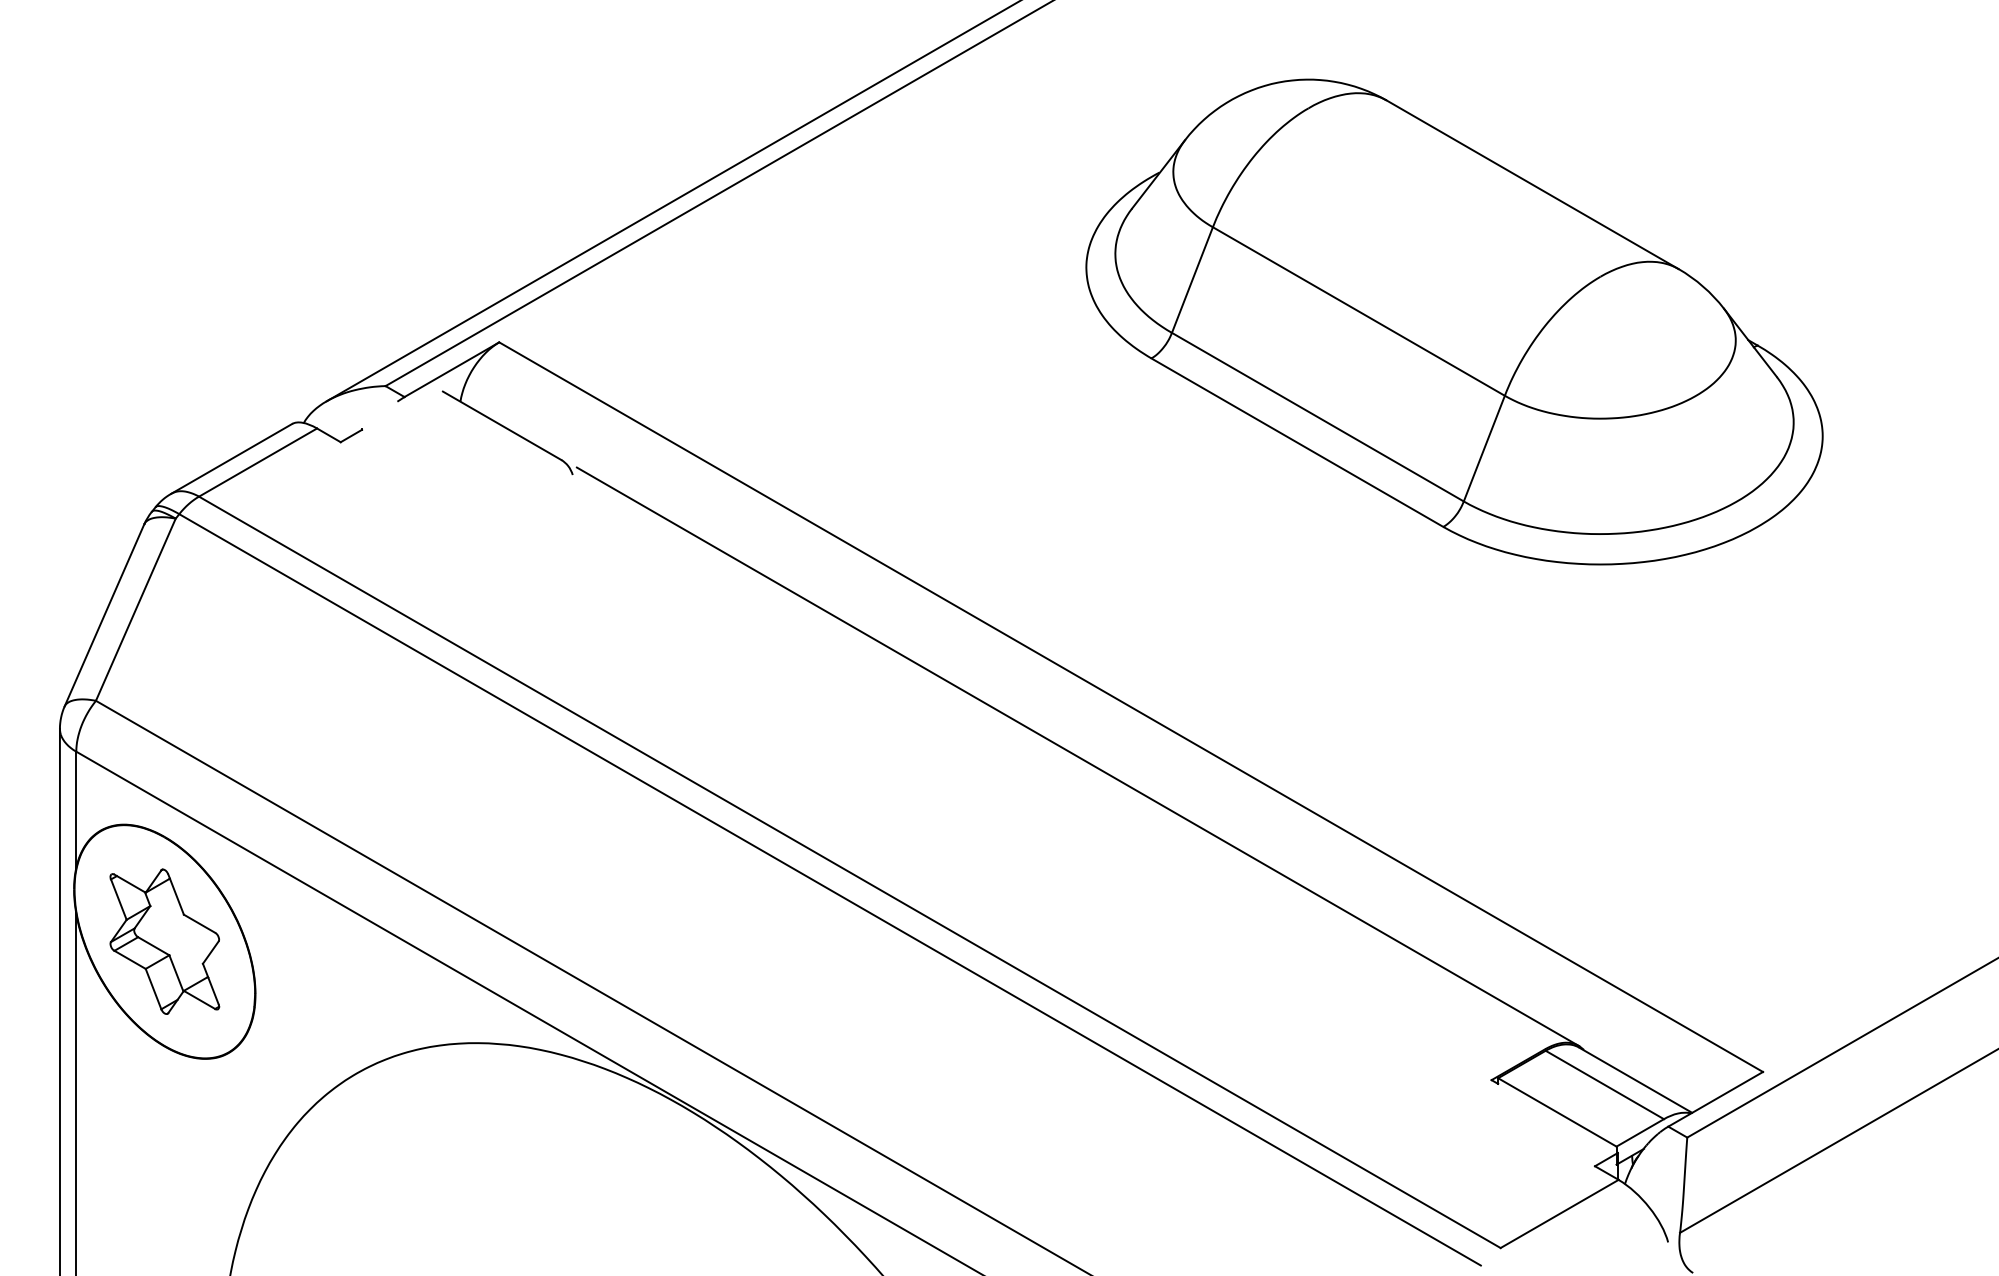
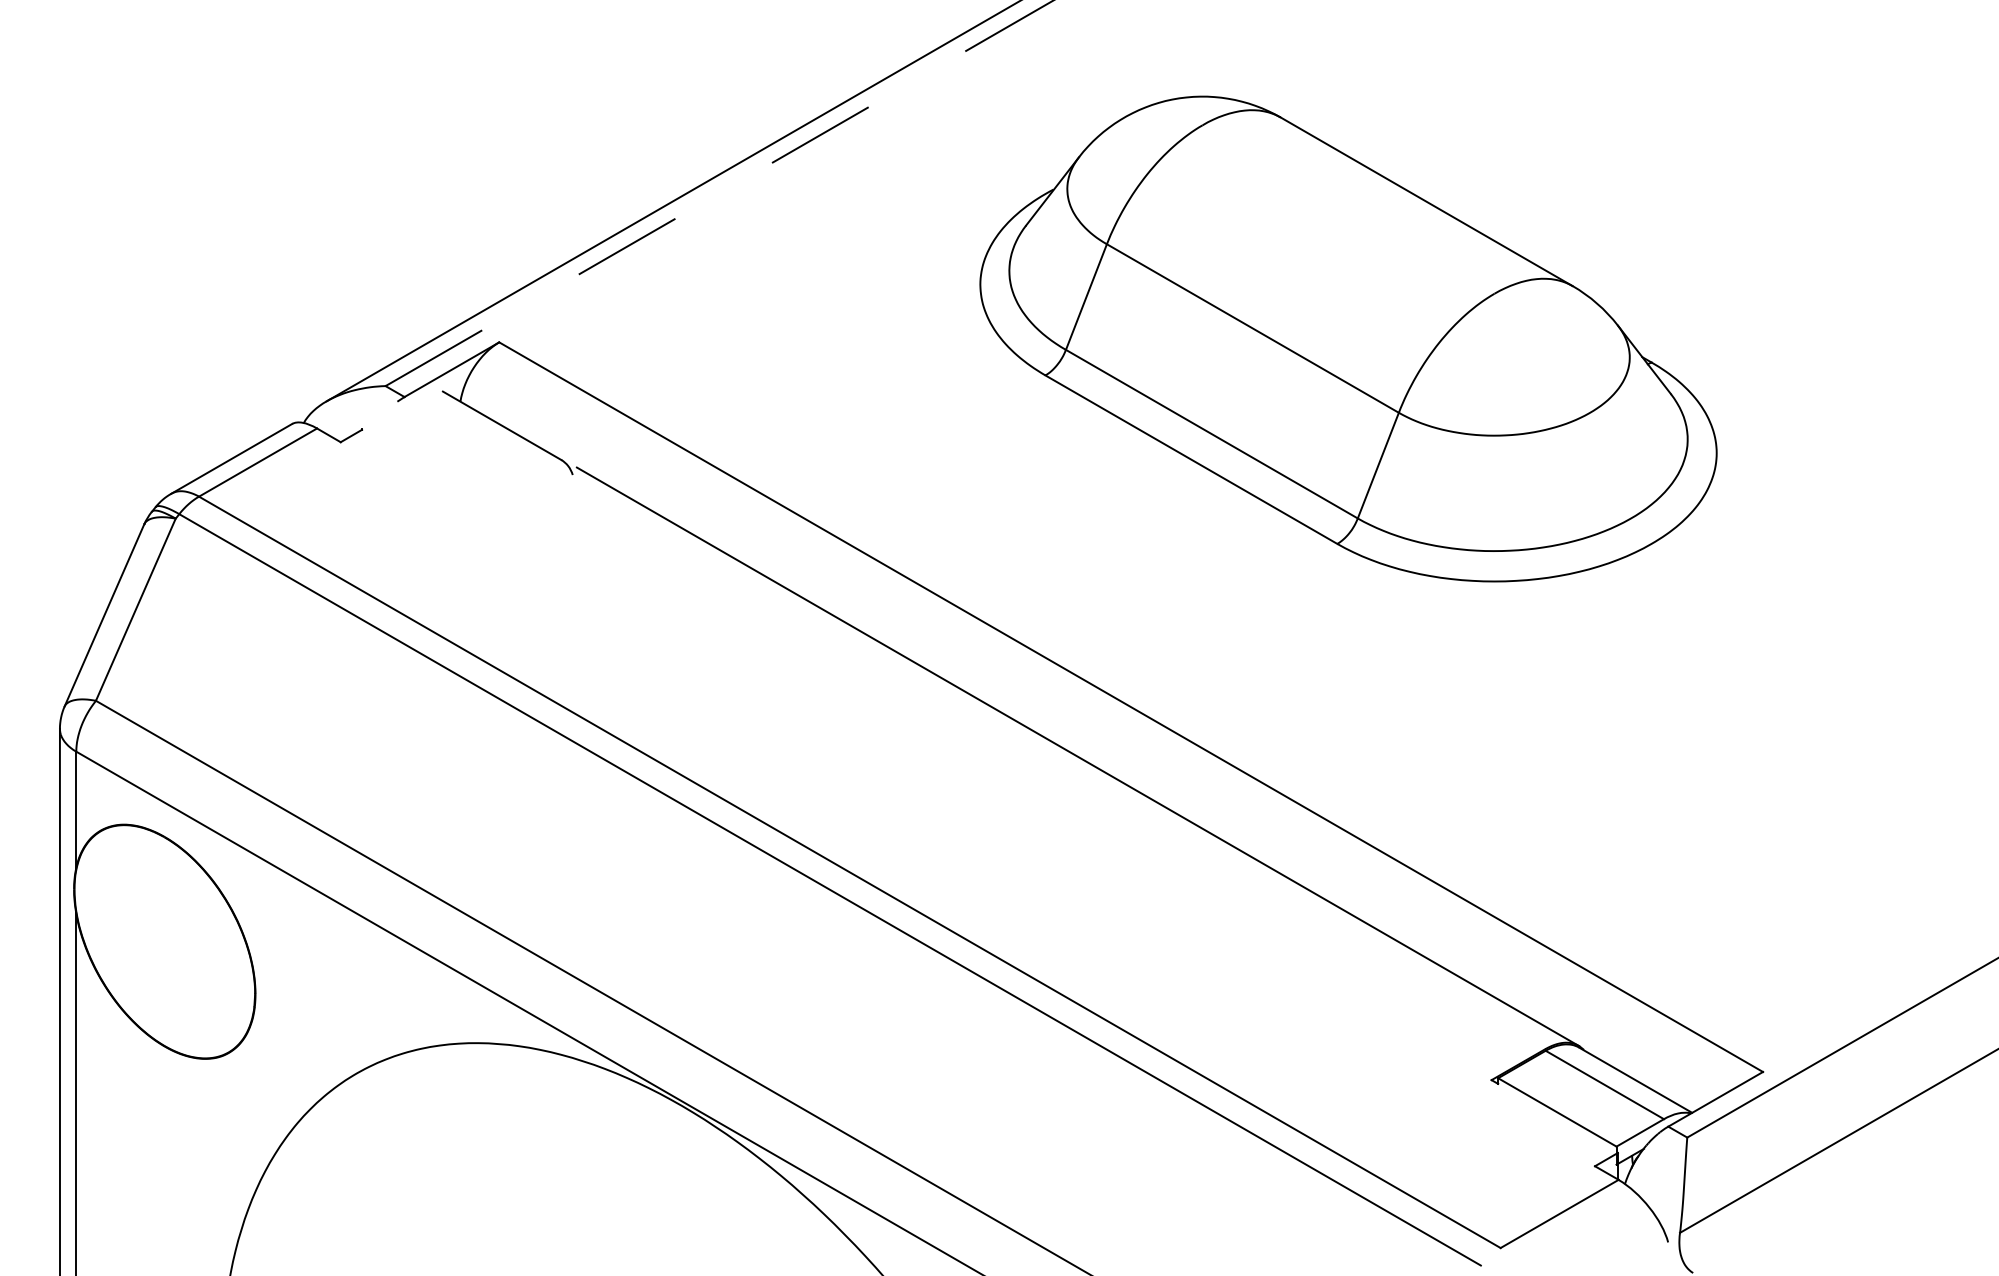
line at (719, 193): solid -> dashed
part at (1454, 321) position: (1454, 321) -> (1348, 338)
part at (164, 941): present -> none
